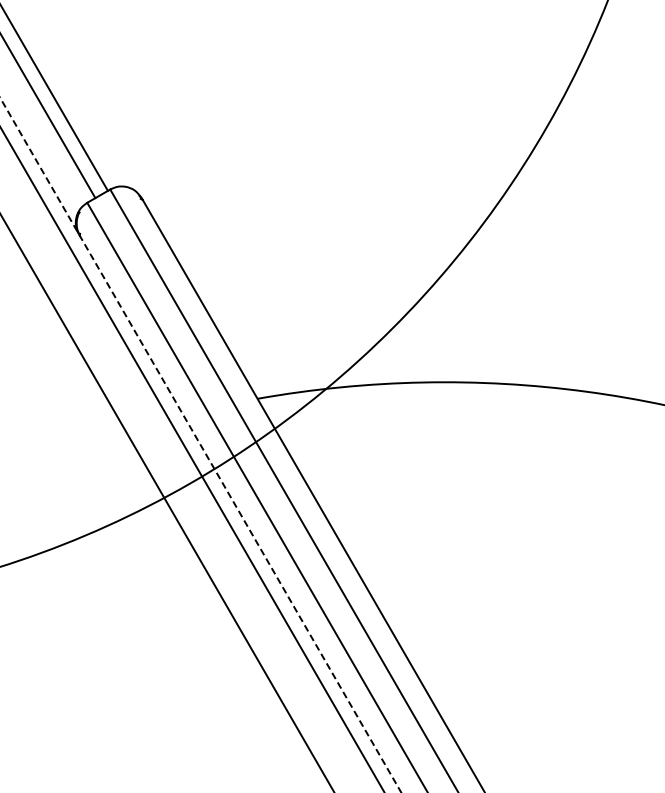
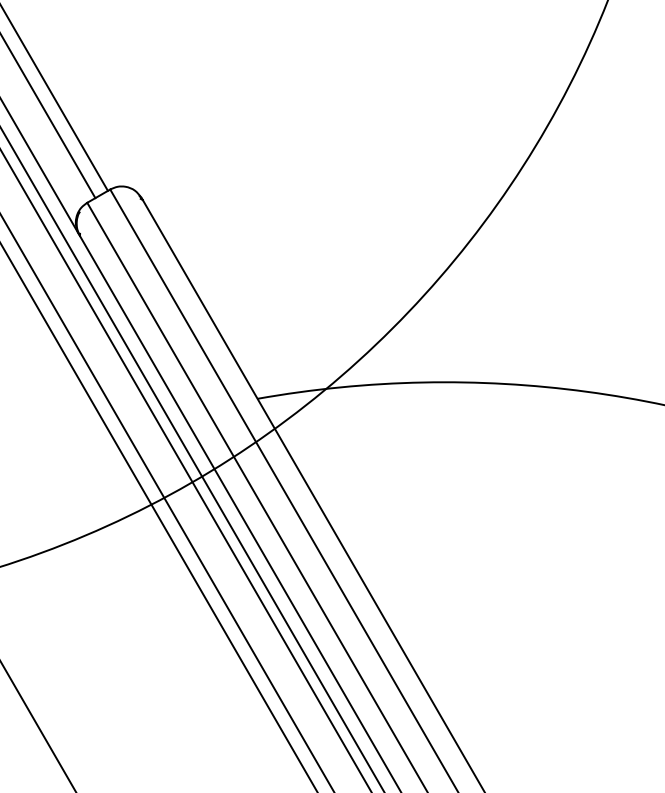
line at (201, 445): dashed -> solid
line at (185, 470): none -> present
line at (159, 517): none -> present
line at (38, 726): none -> present
